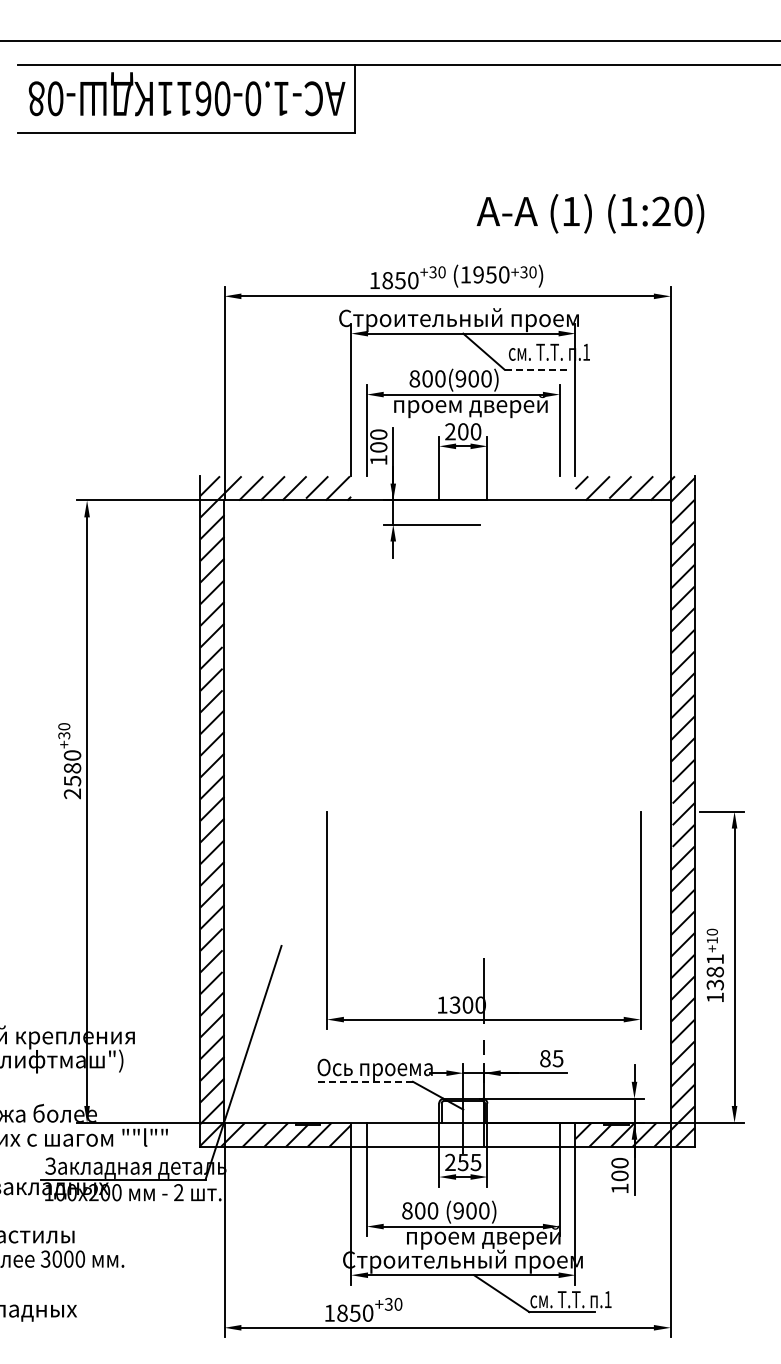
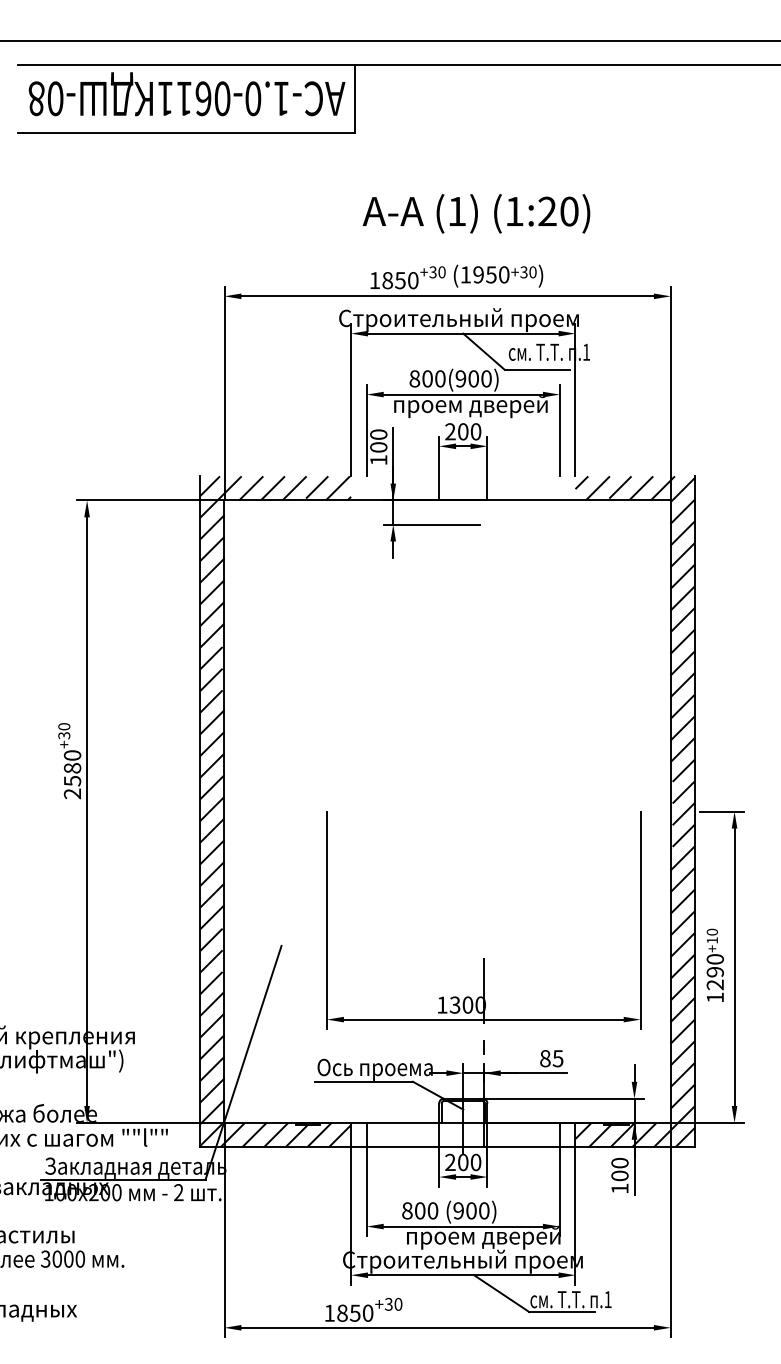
text at (590, 213) position: (590, 213) -> (476, 213)
line at (537, 369): dashed -> solid
text at (714, 972): 1381 -> 1290
line at (363, 1081): dashed -> solid
text at (469, 1162): 255 -> 200
